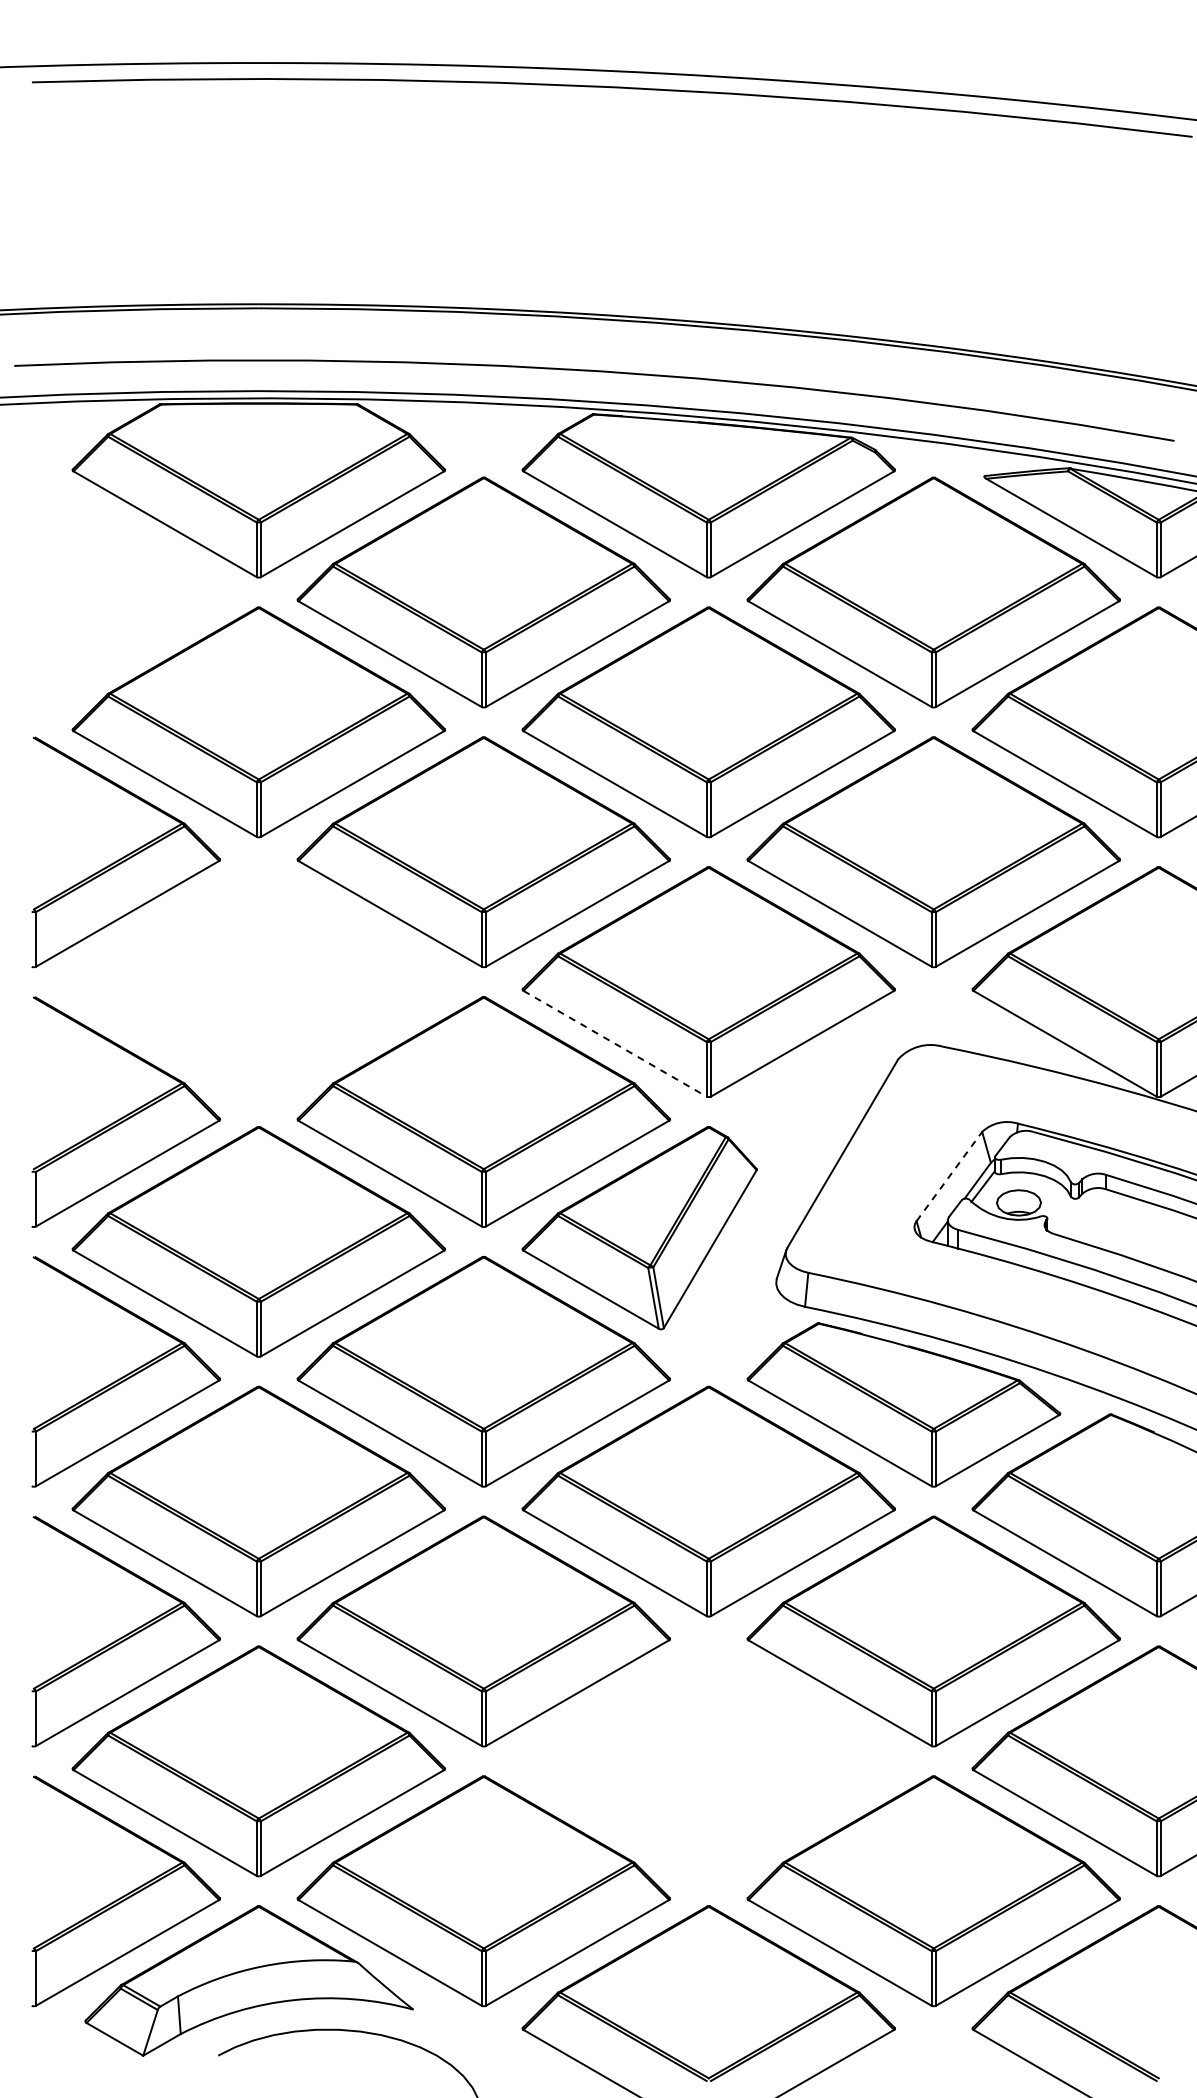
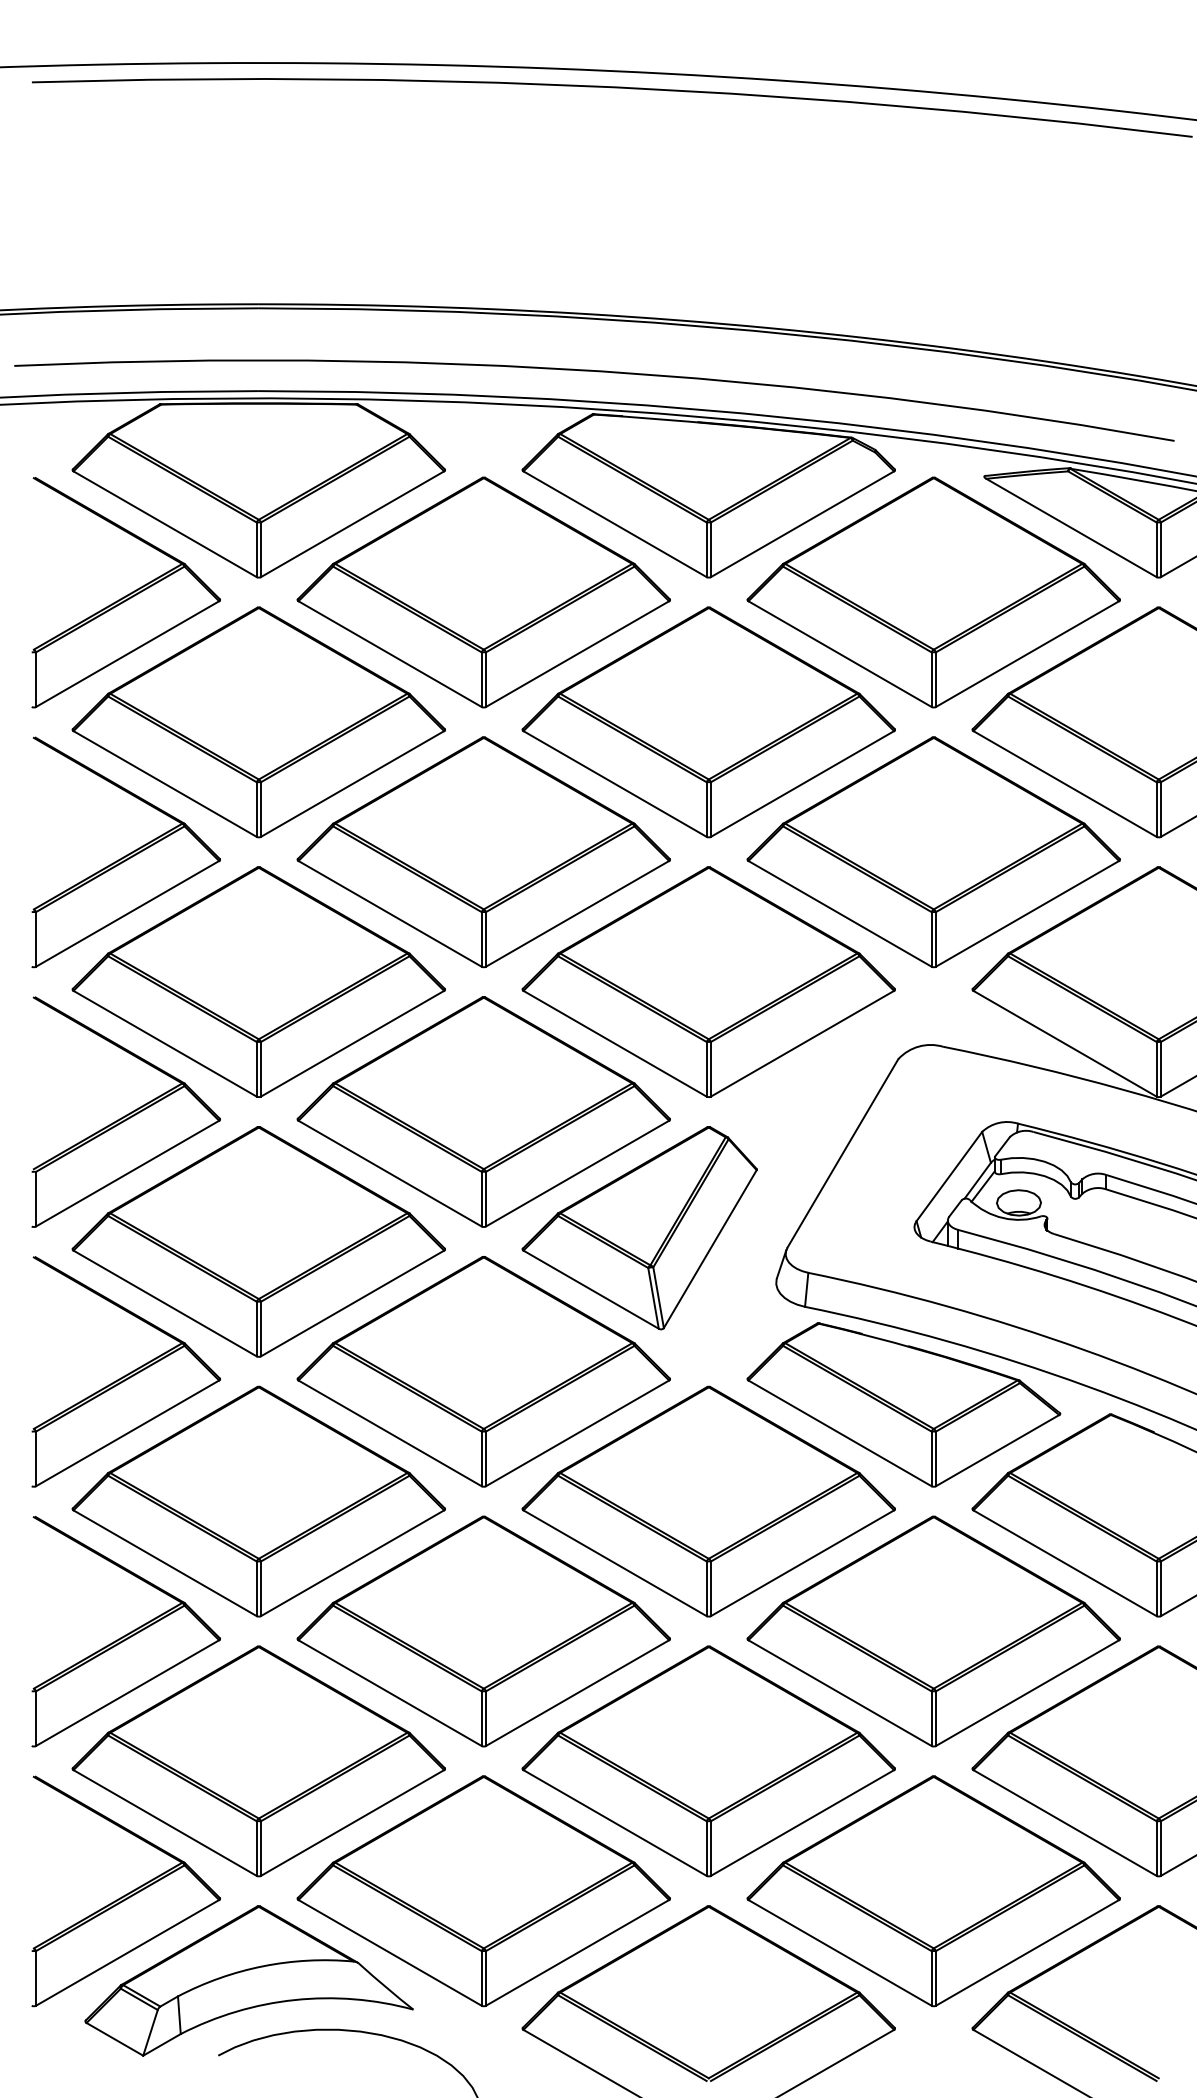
part at (125, 592): none -> present
part at (258, 981): none -> present
line at (615, 1043): dashed -> solid
line at (949, 1176): dashed -> solid
part at (708, 1761): none -> present
